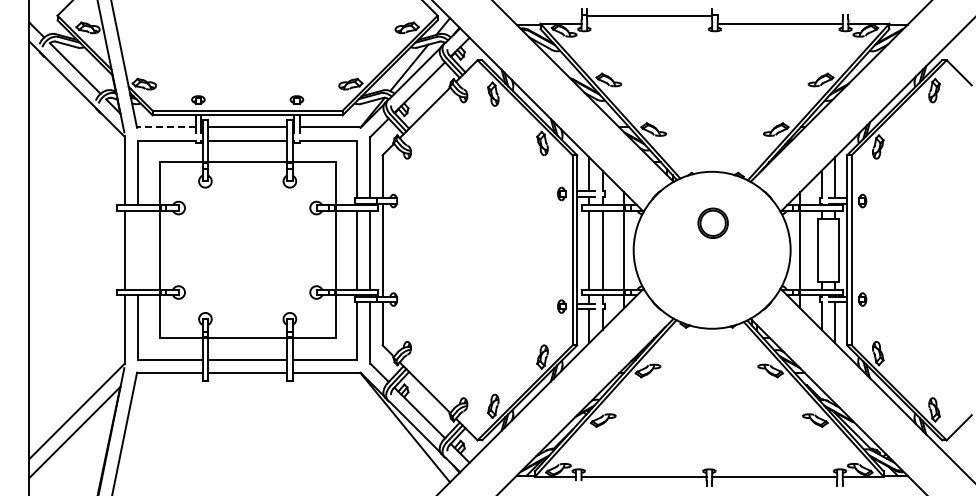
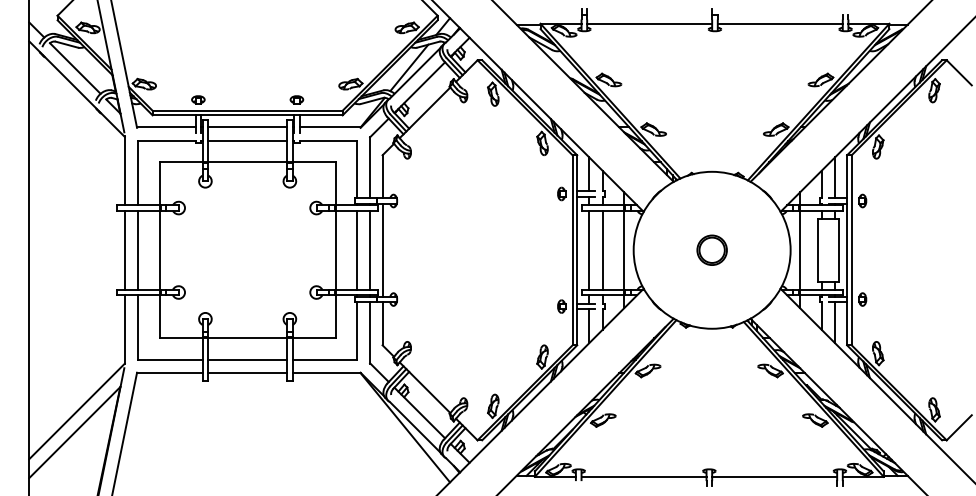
line at (649, 15) position: (649, 15) -> (649, 23)
line at (165, 127): dashed -> solid
part at (712, 222) position: (712, 222) -> (711, 249)
line at (138, 249): none -> present
